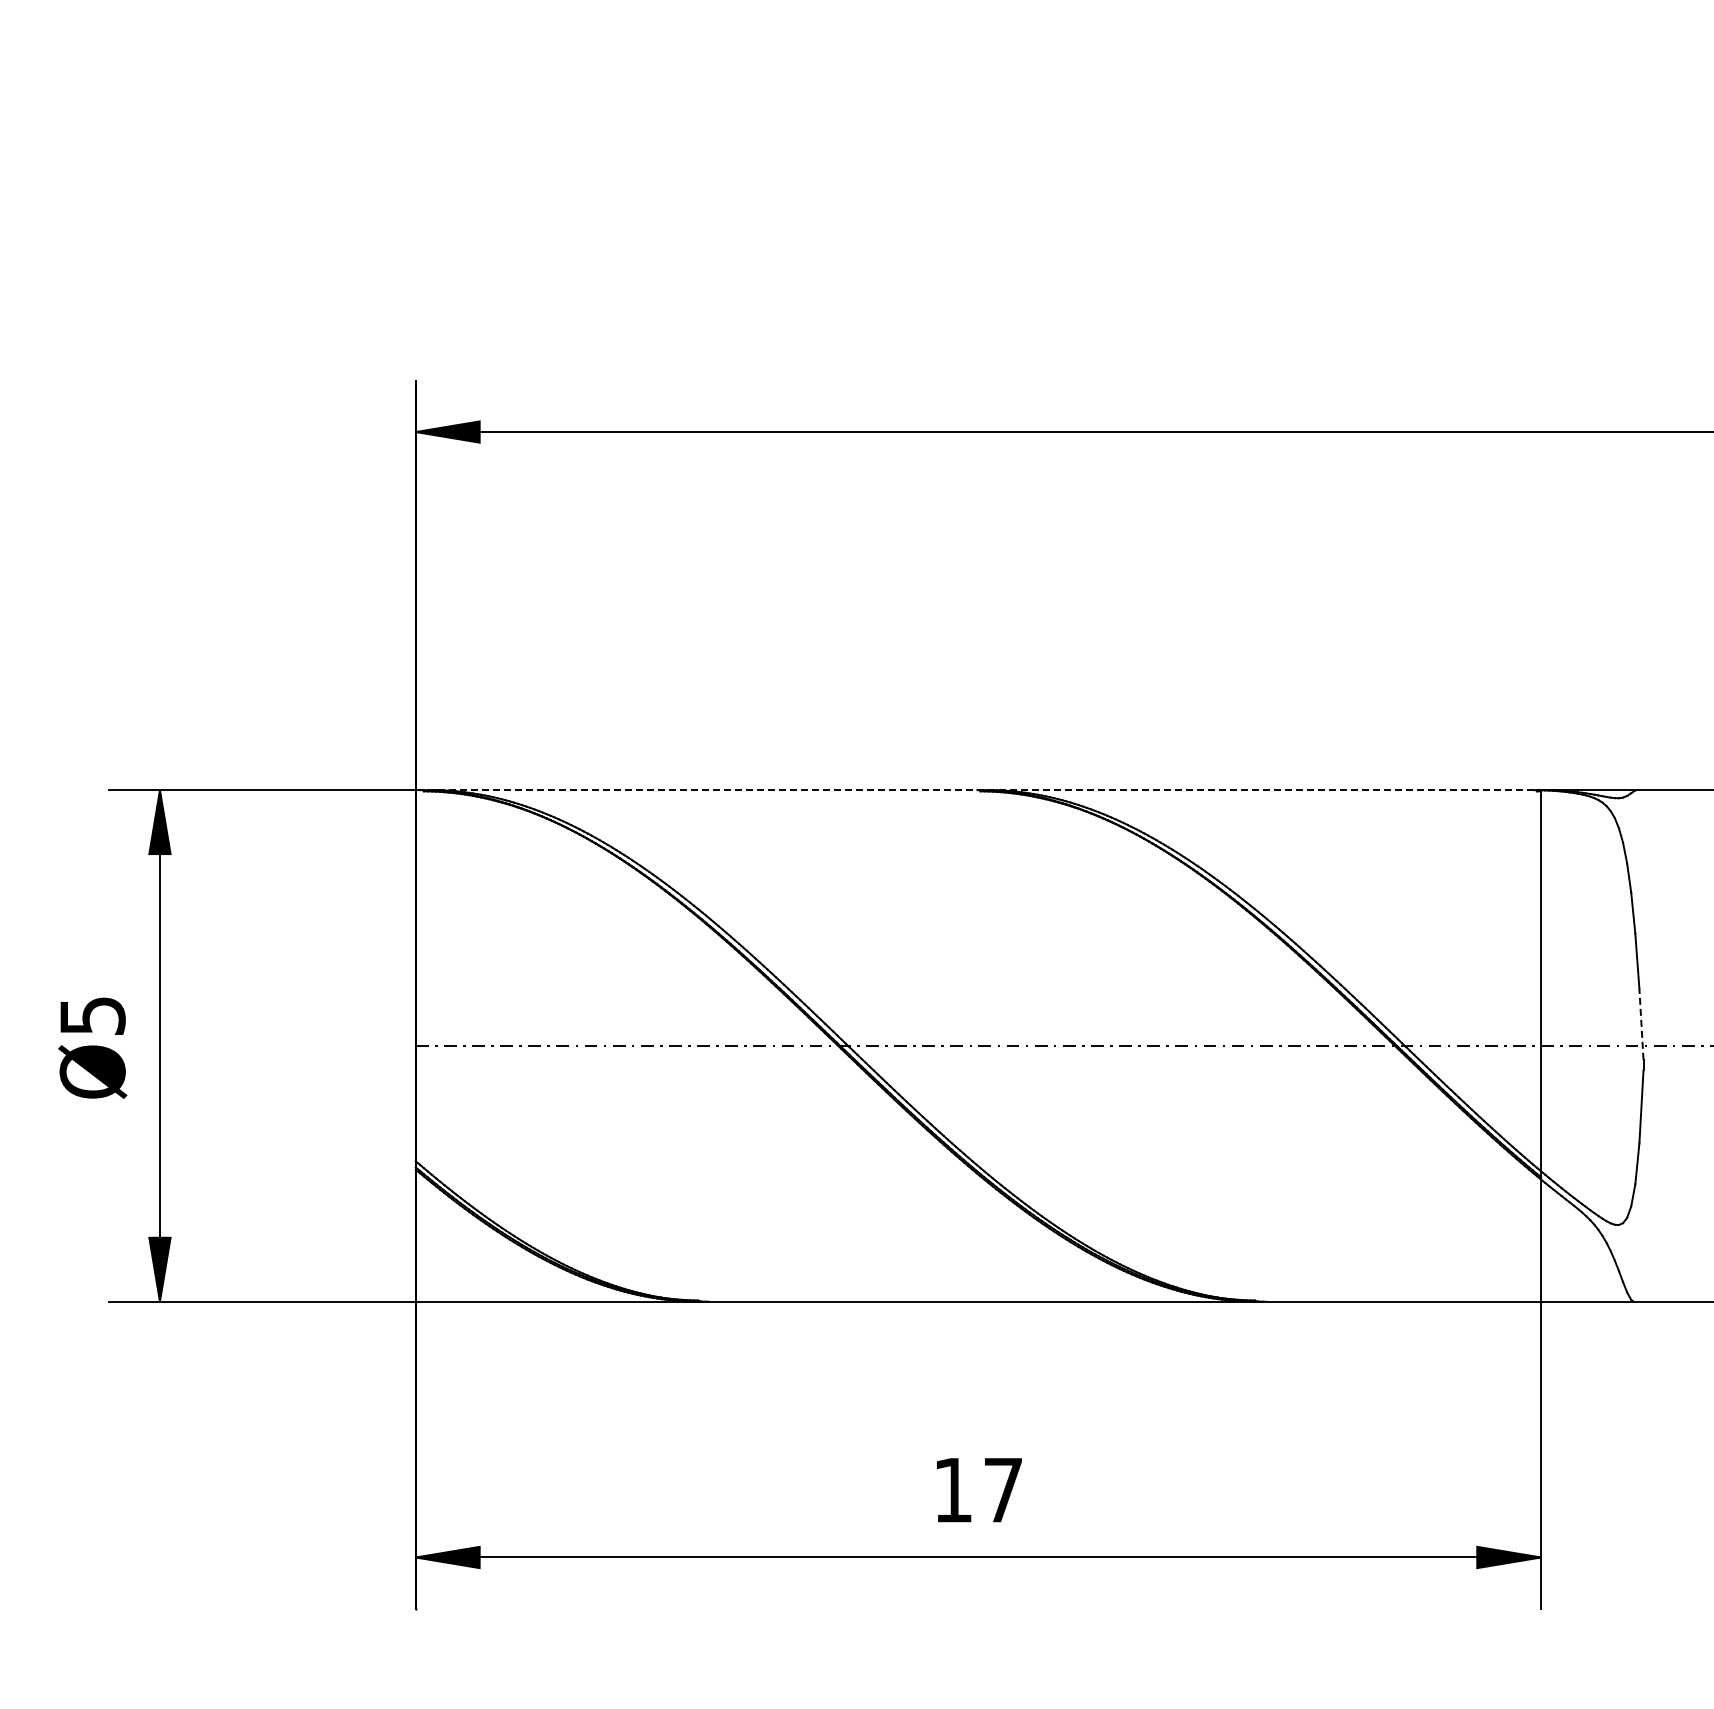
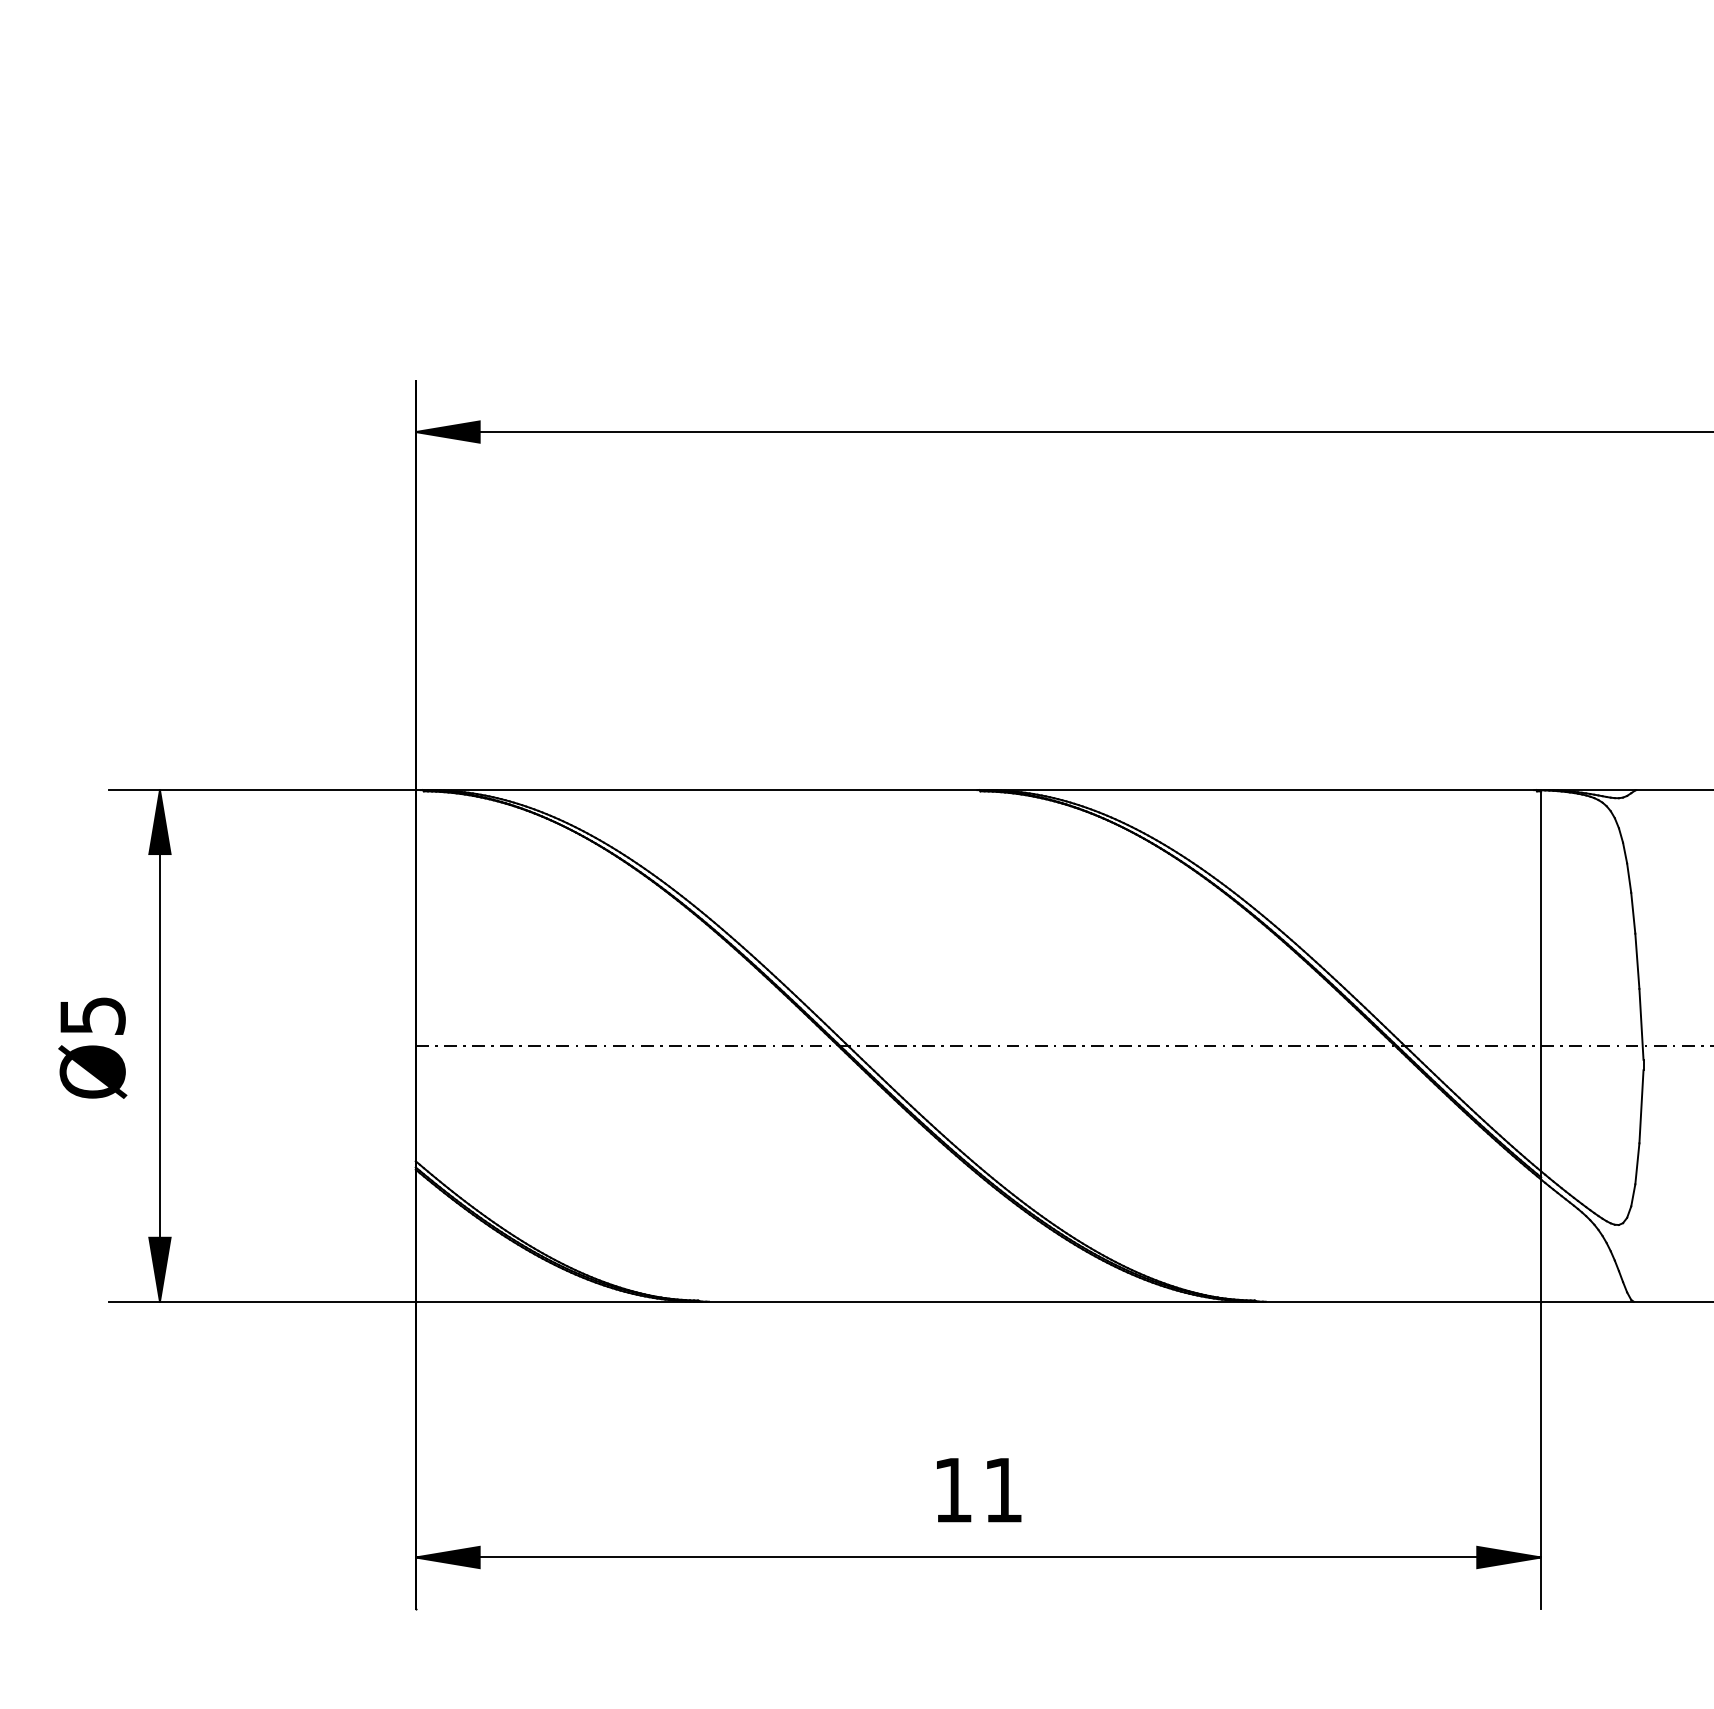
line at (978, 790): dashed -> solid
line at (1641, 1024): dashed -> solid
text at (1003, 1490): 17 -> 11
